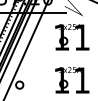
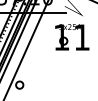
part at (72, 80): present -> none
